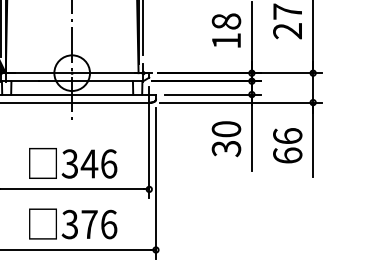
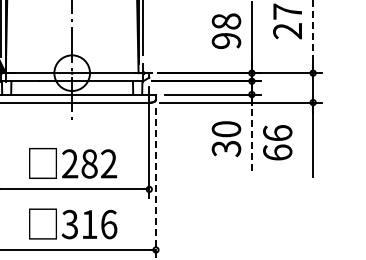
line at (313, 34): solid -> dashed
text at (226, 40): 18 -> 98
line at (251, 132): solid -> dashed
text at (287, 145) position: (287, 145) -> (277, 142)
text at (89, 163): 346 -> 282
line at (155, 184): solid -> dashed
text at (89, 224): 376 -> 316
